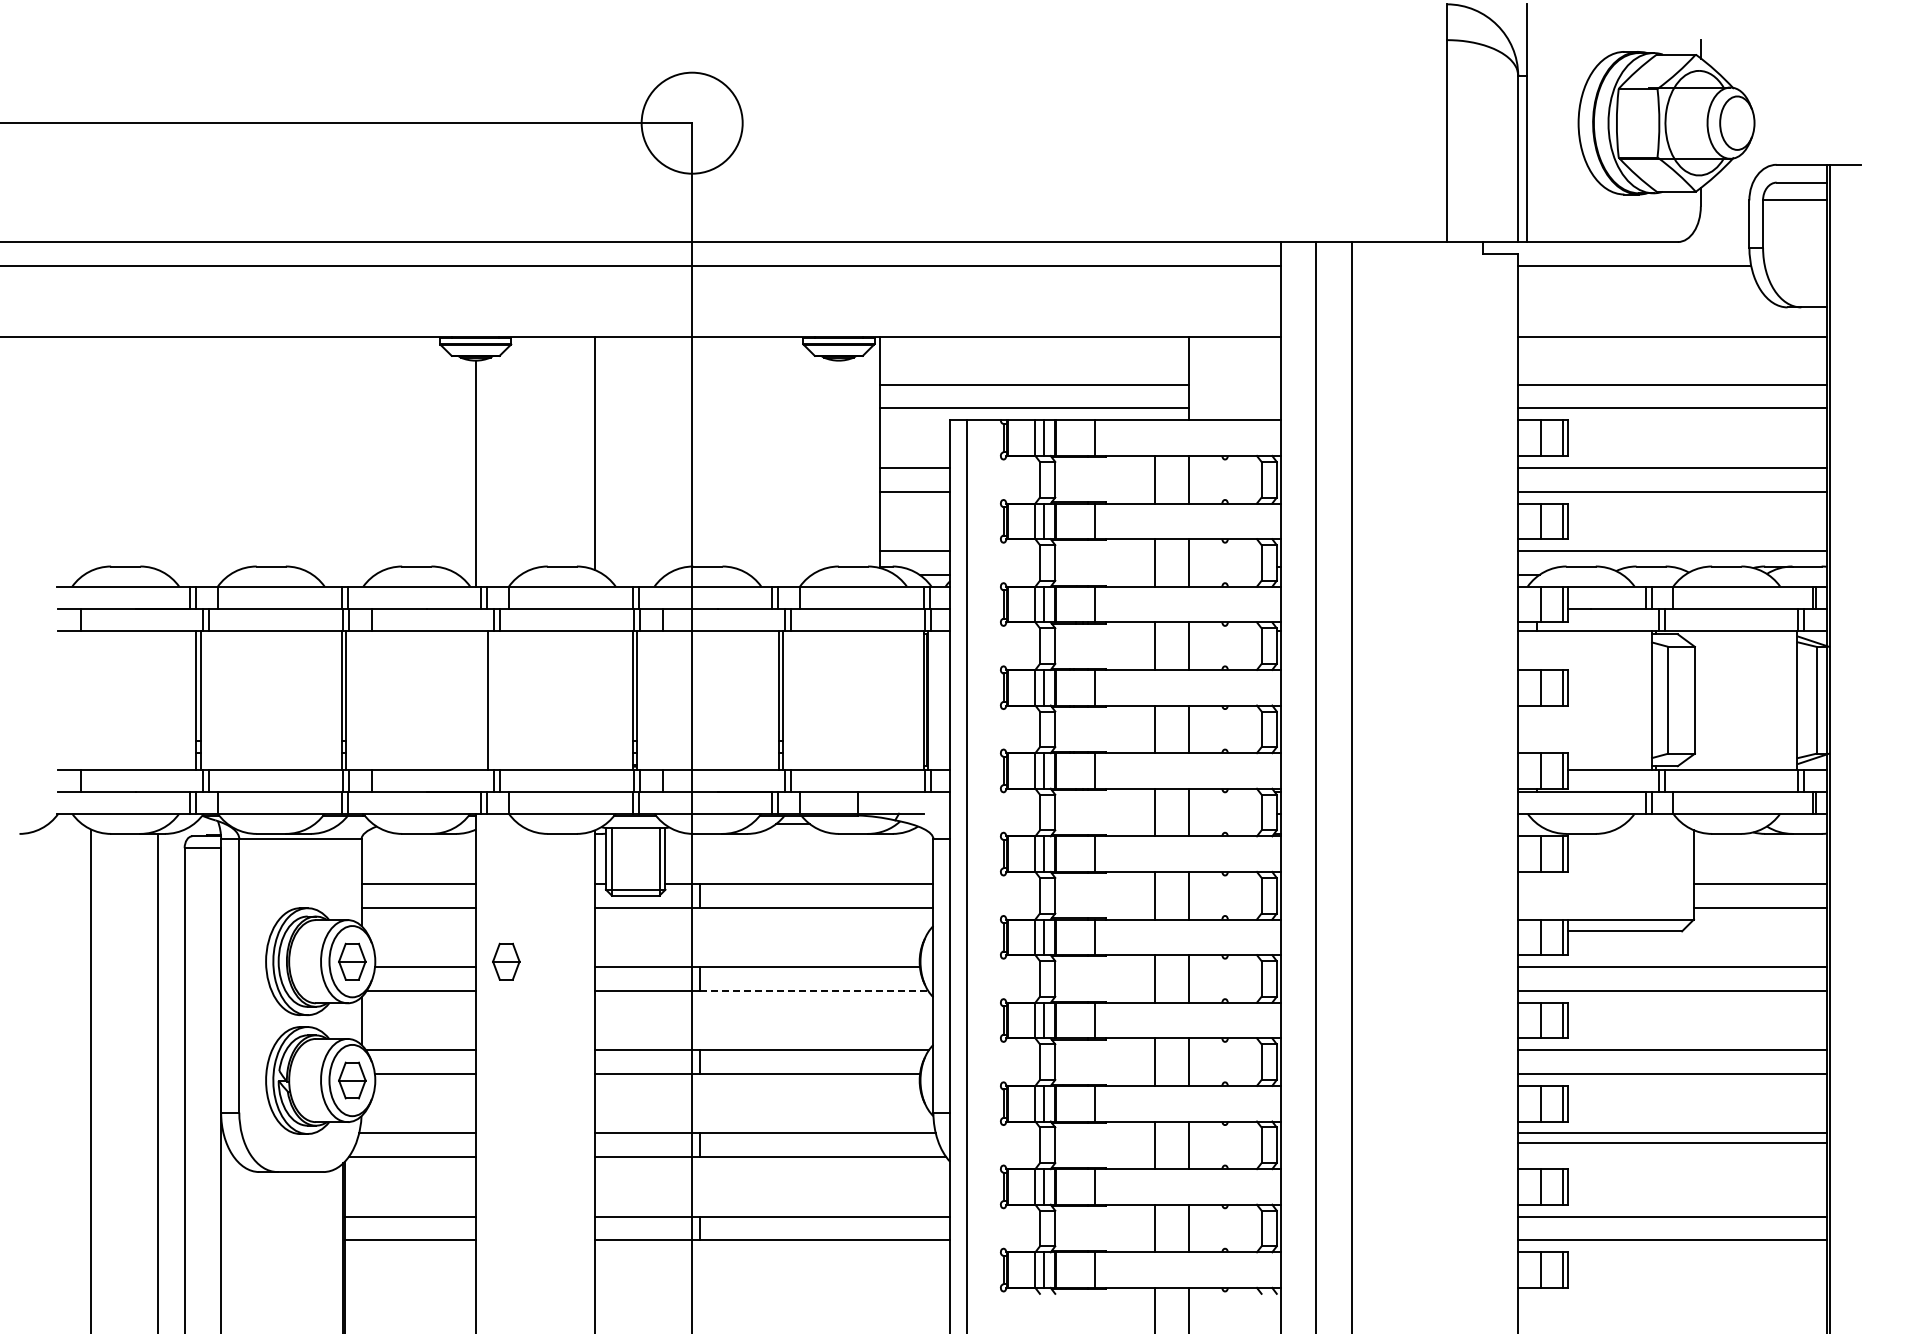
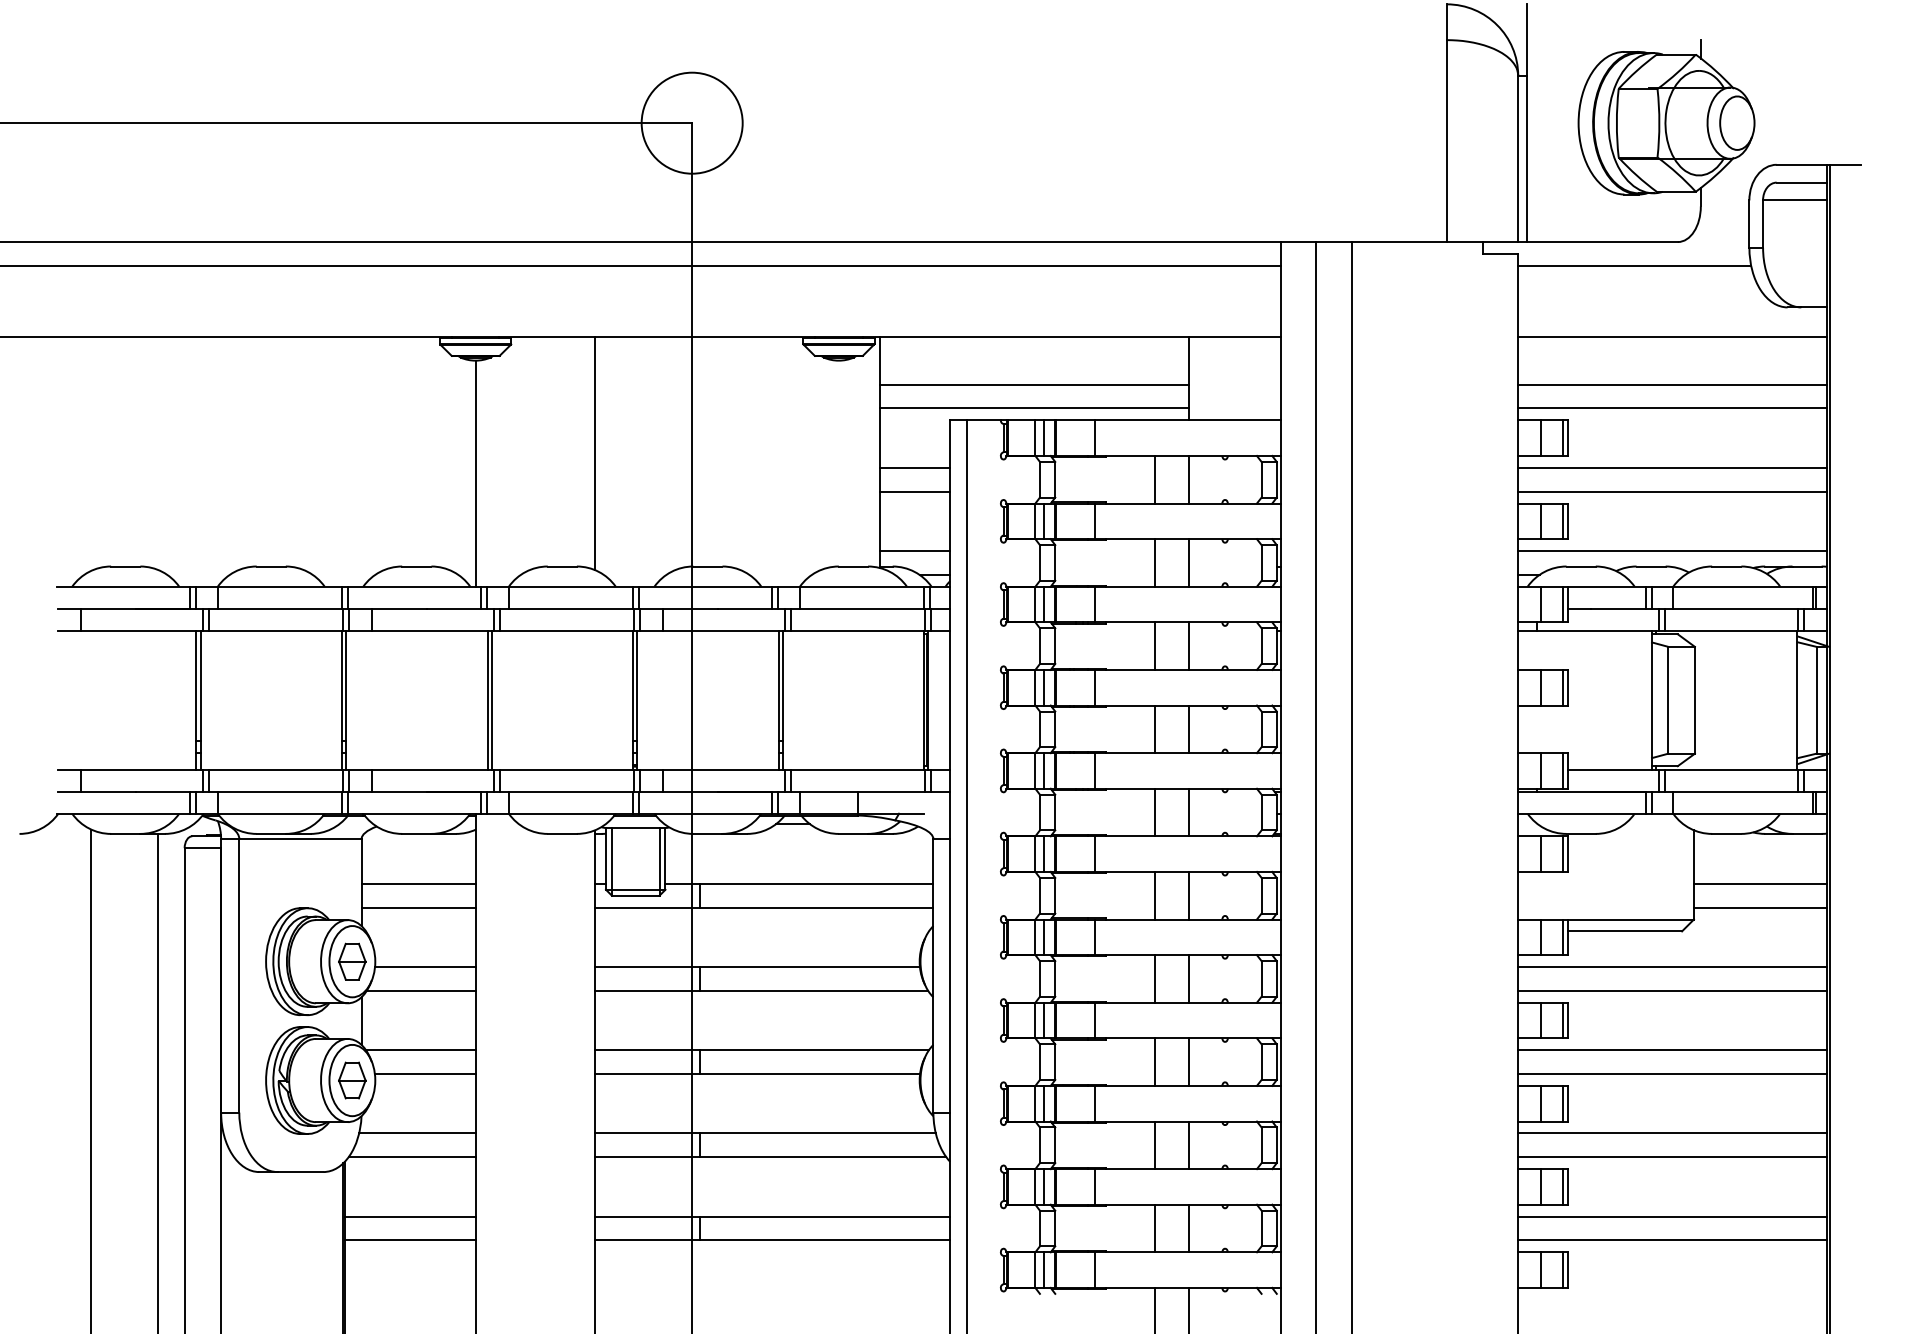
line at (491, 699): none -> present
part at (506, 961): present -> none
line at (814, 990): dashed -> solid
line at (1672, 1143) position: (1672, 1143) -> (1672, 1157)
